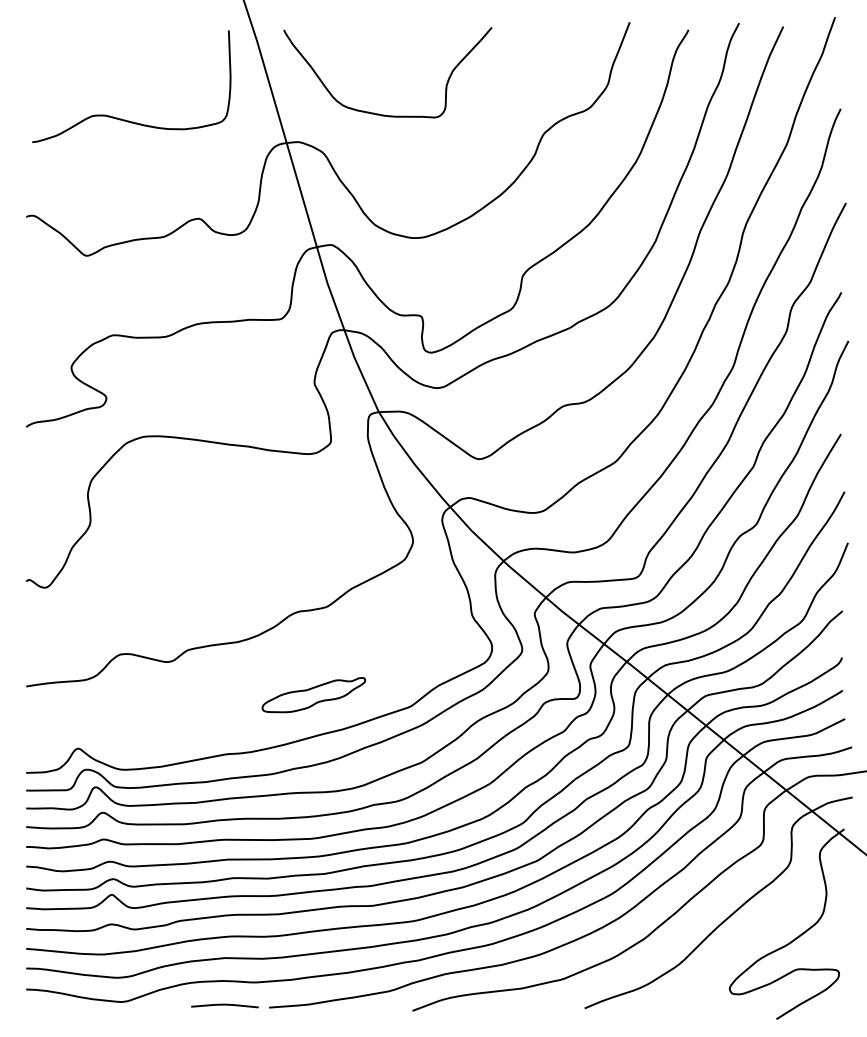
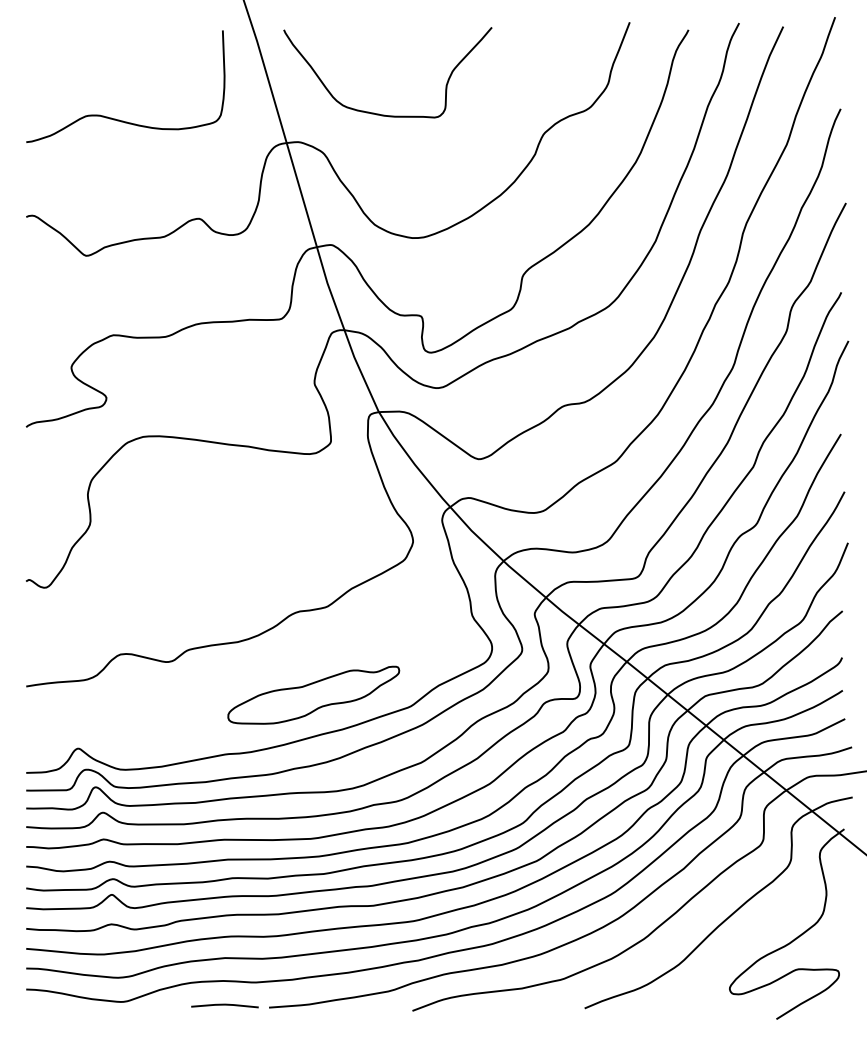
curve at (121, 118) position: (121, 118) -> (115, 118)
part at (313, 695) size: 105x37 px -> 174x60 px
